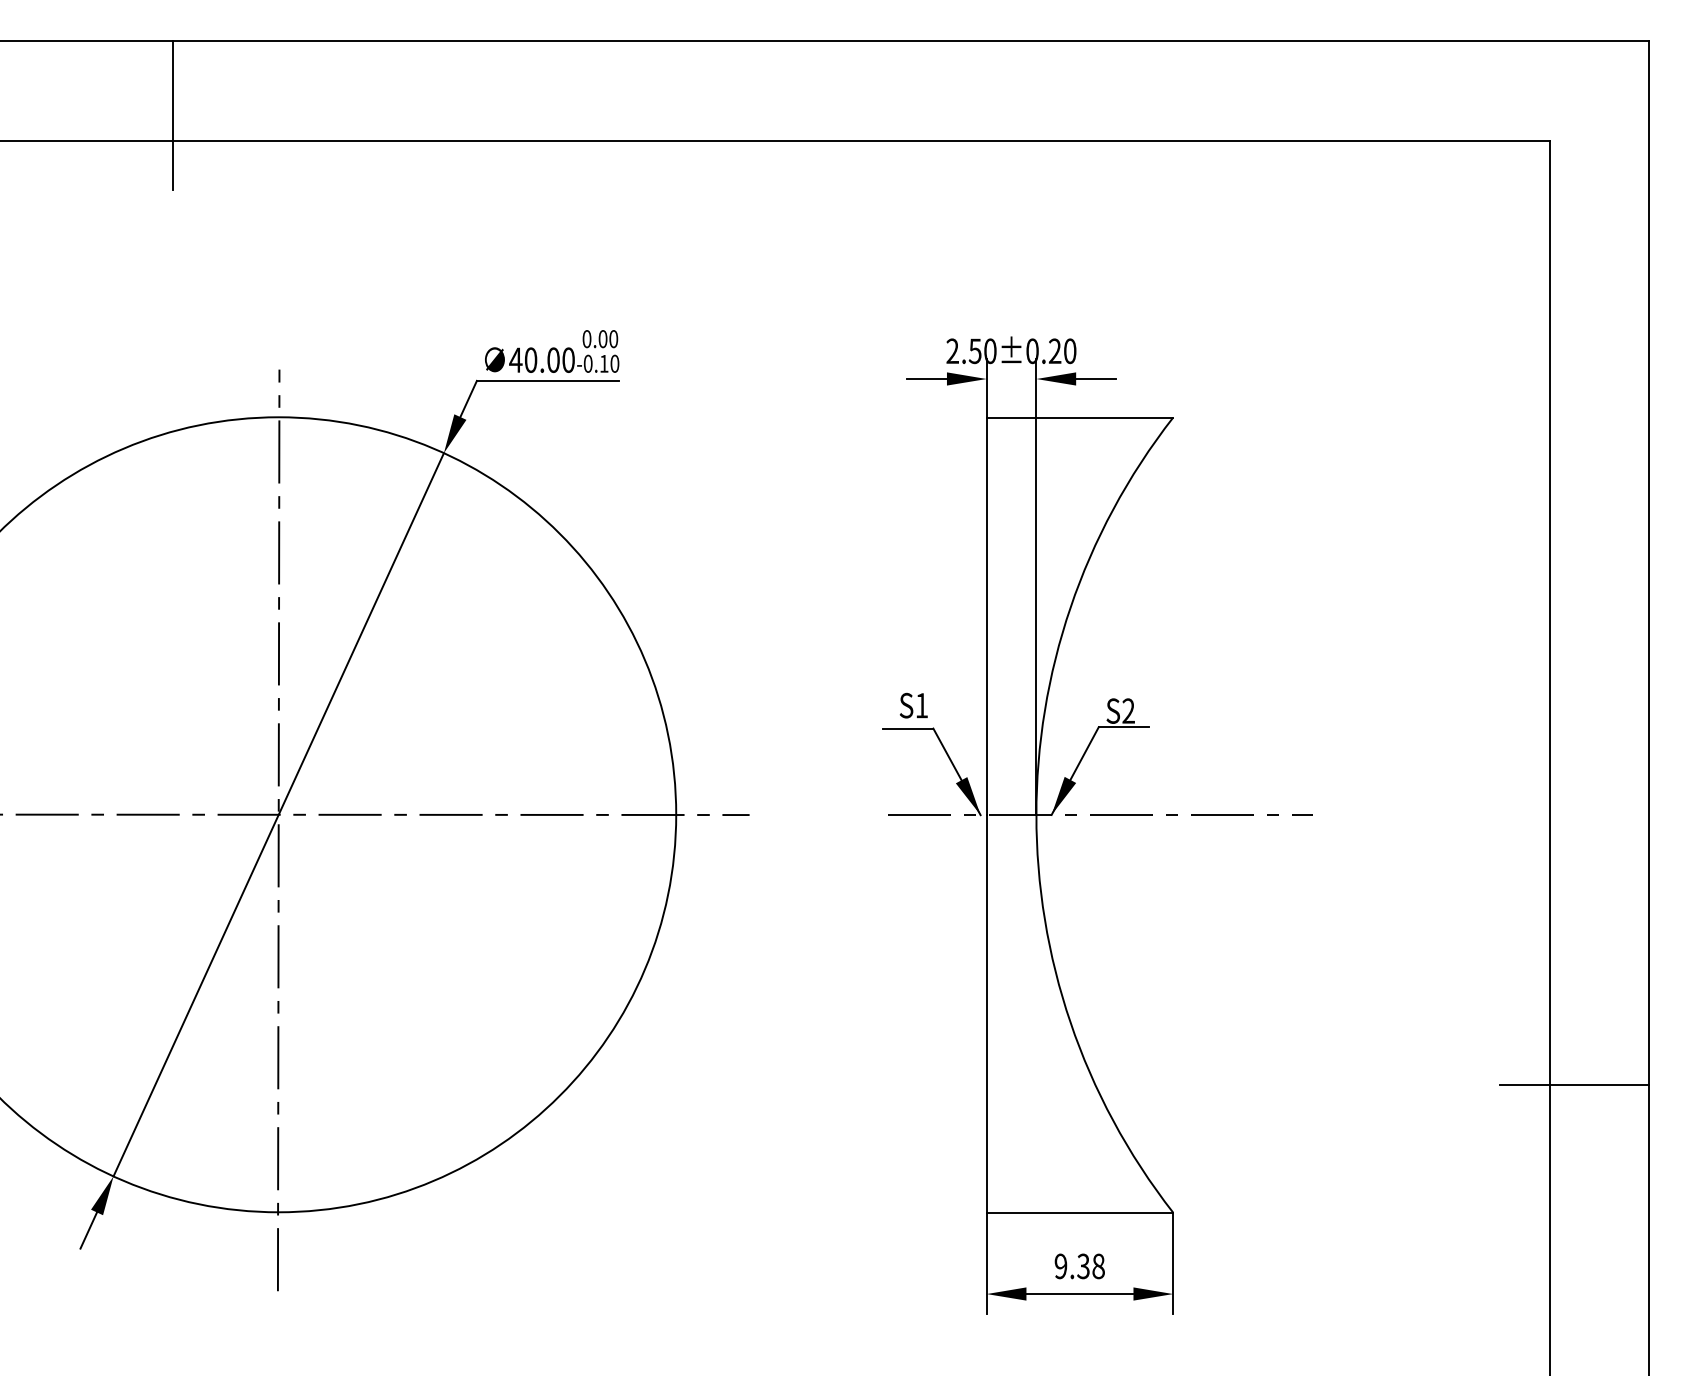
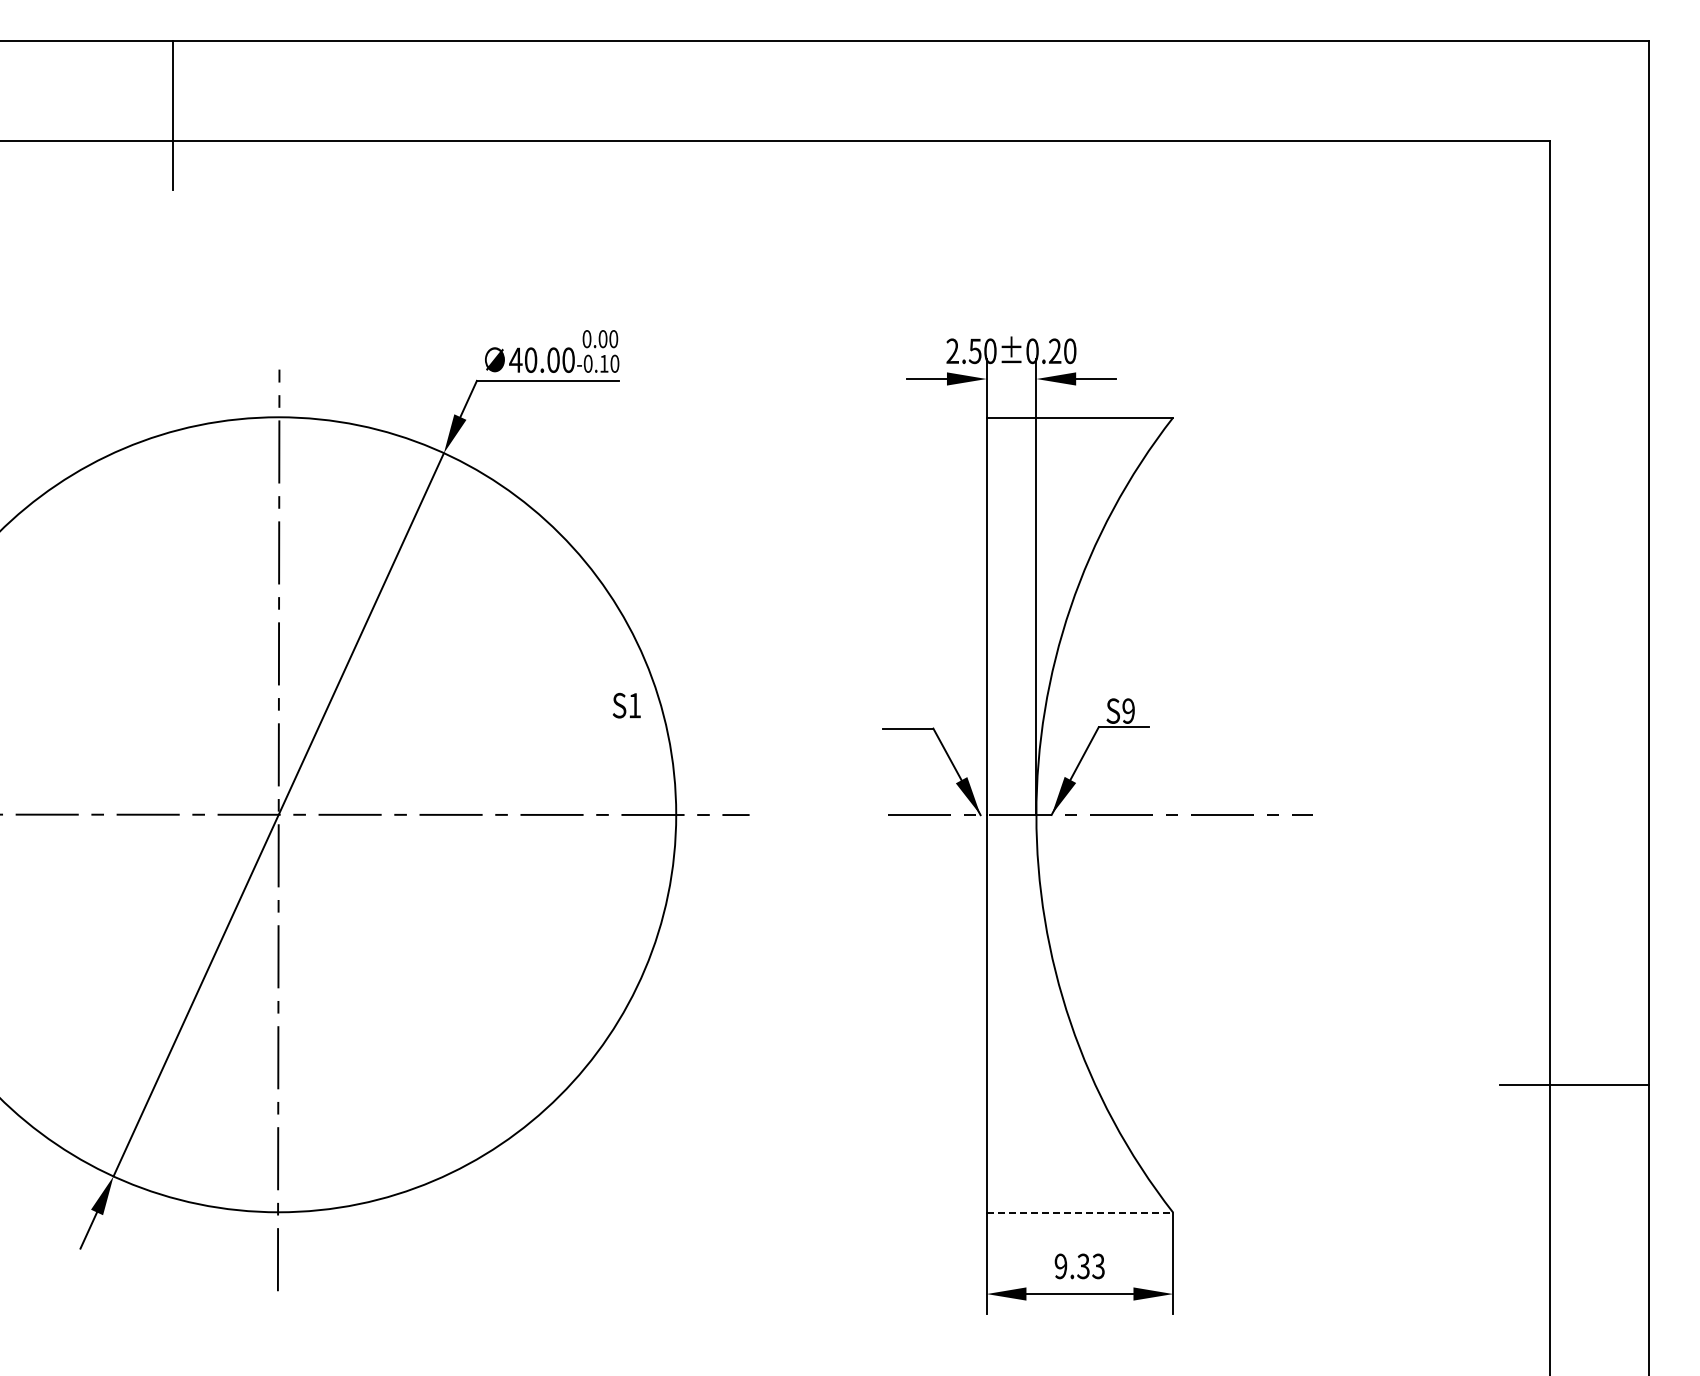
text at (913, 705) position: (913, 705) -> (626, 705)
text at (1128, 711): S2 -> S9
line at (1080, 1212): solid -> dashed
text at (1098, 1265): 9.38 -> 9.33
